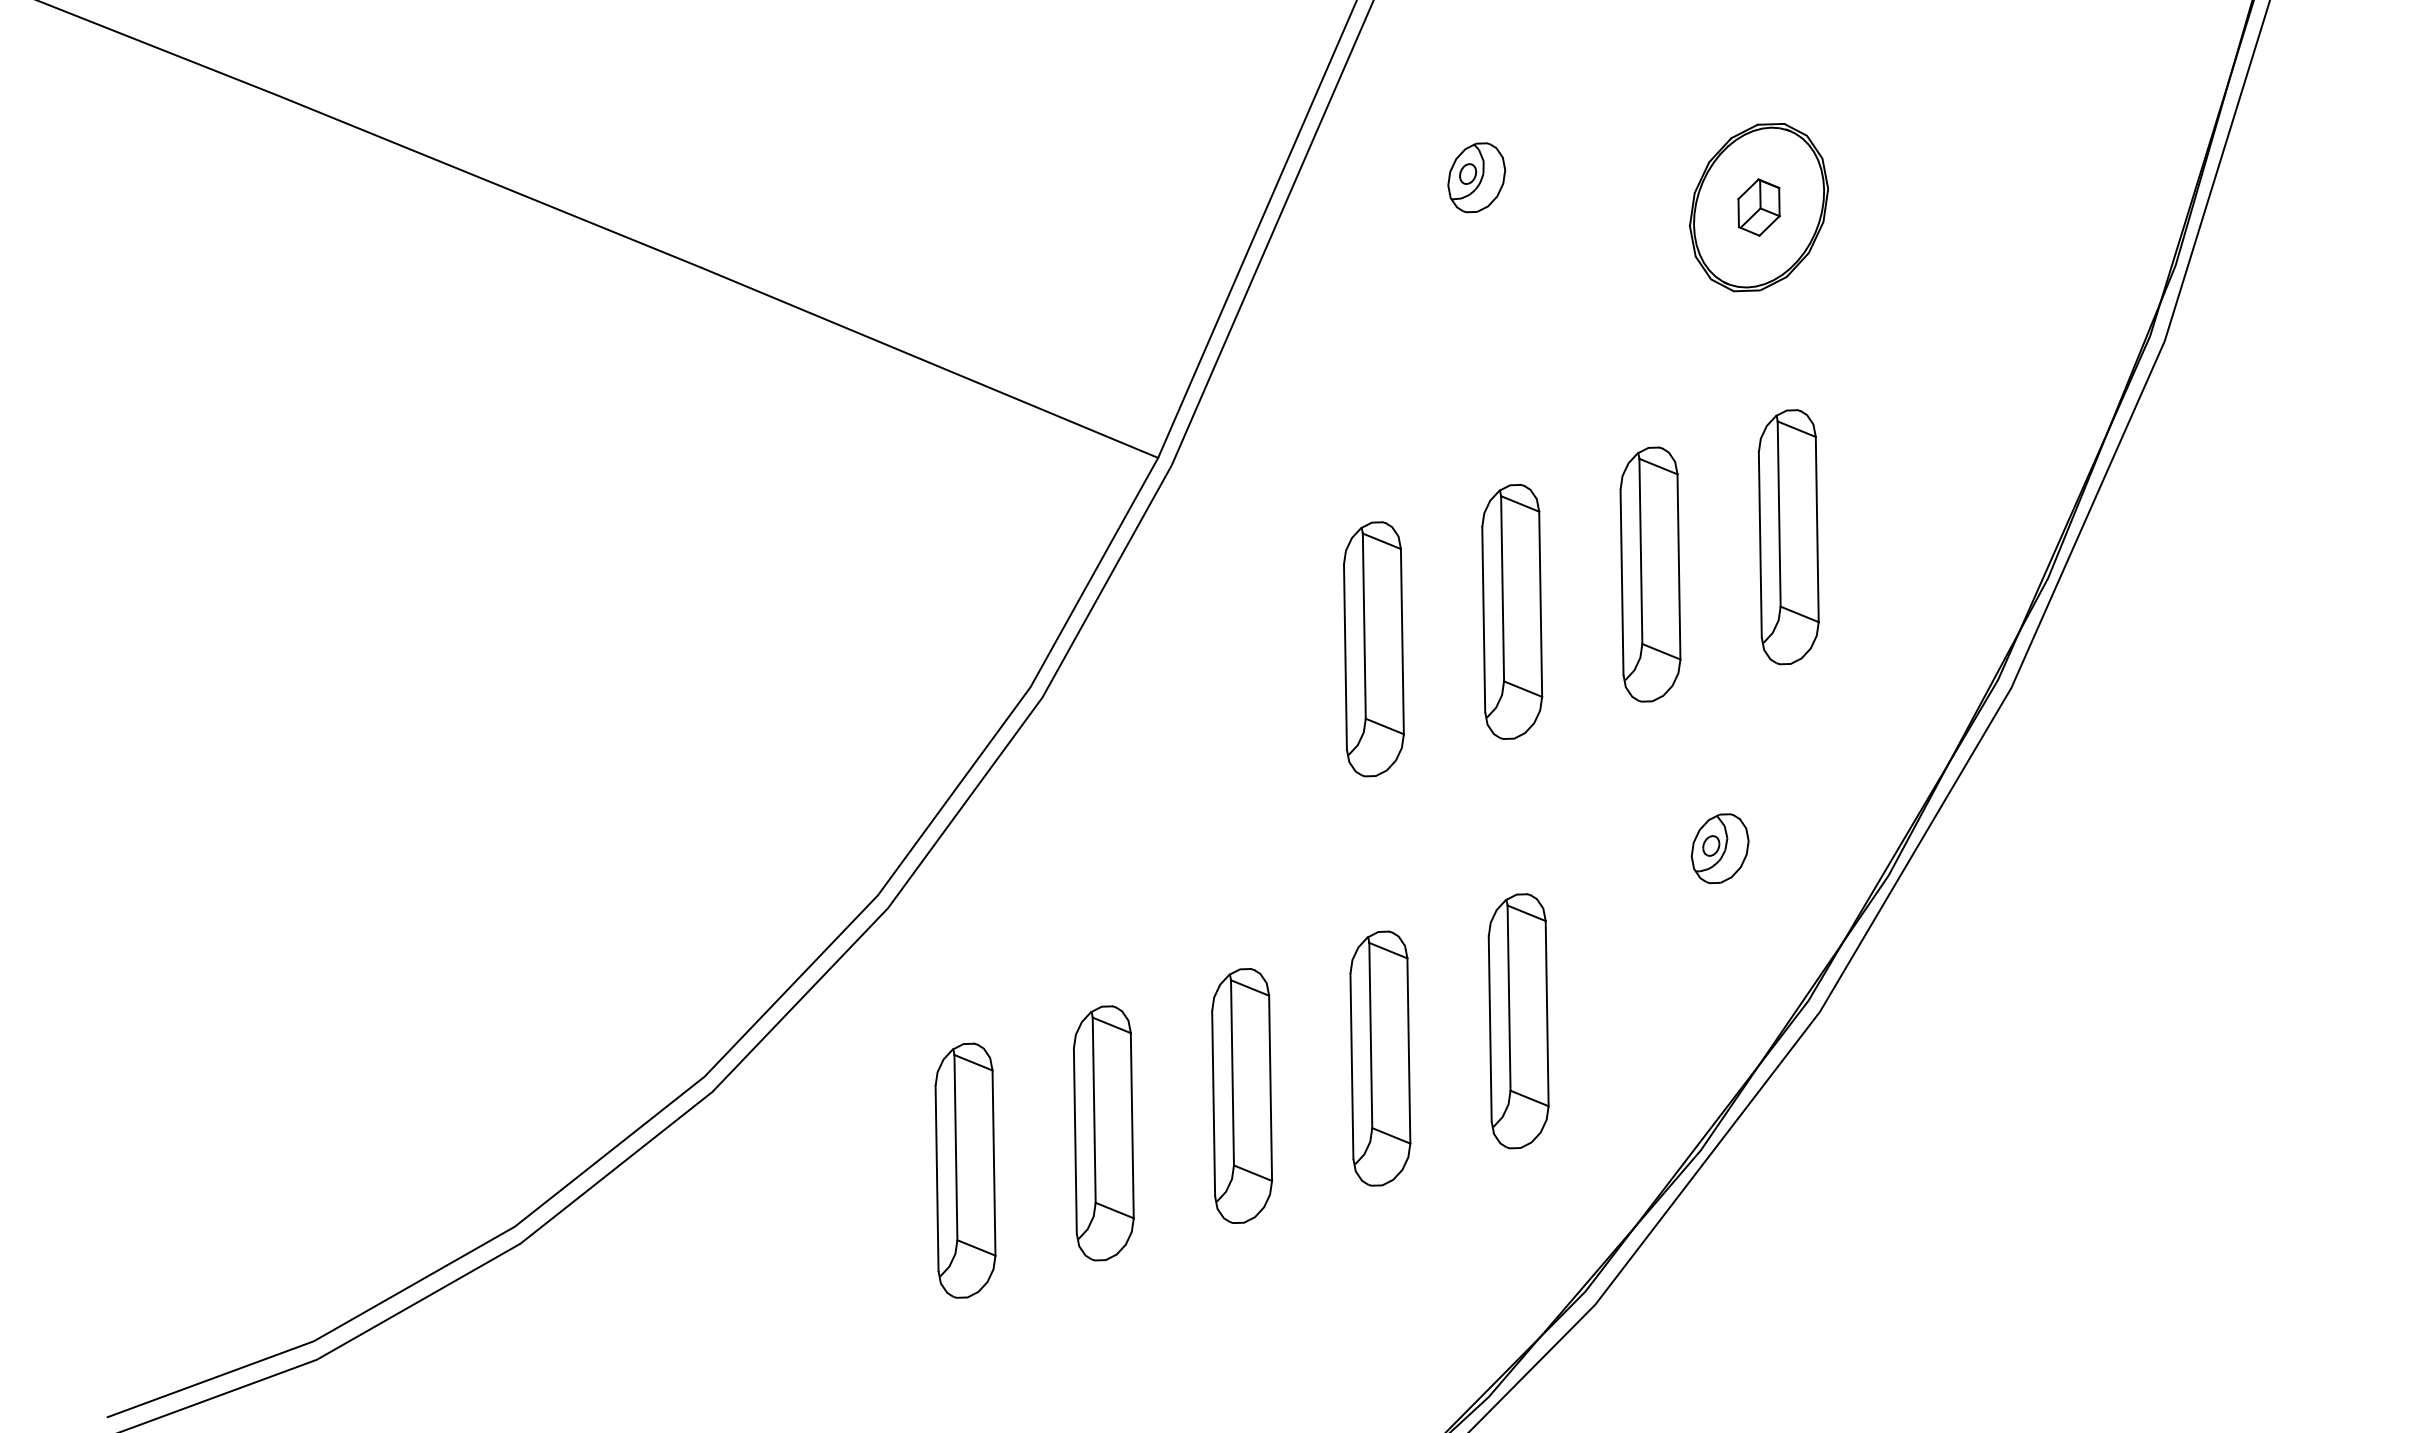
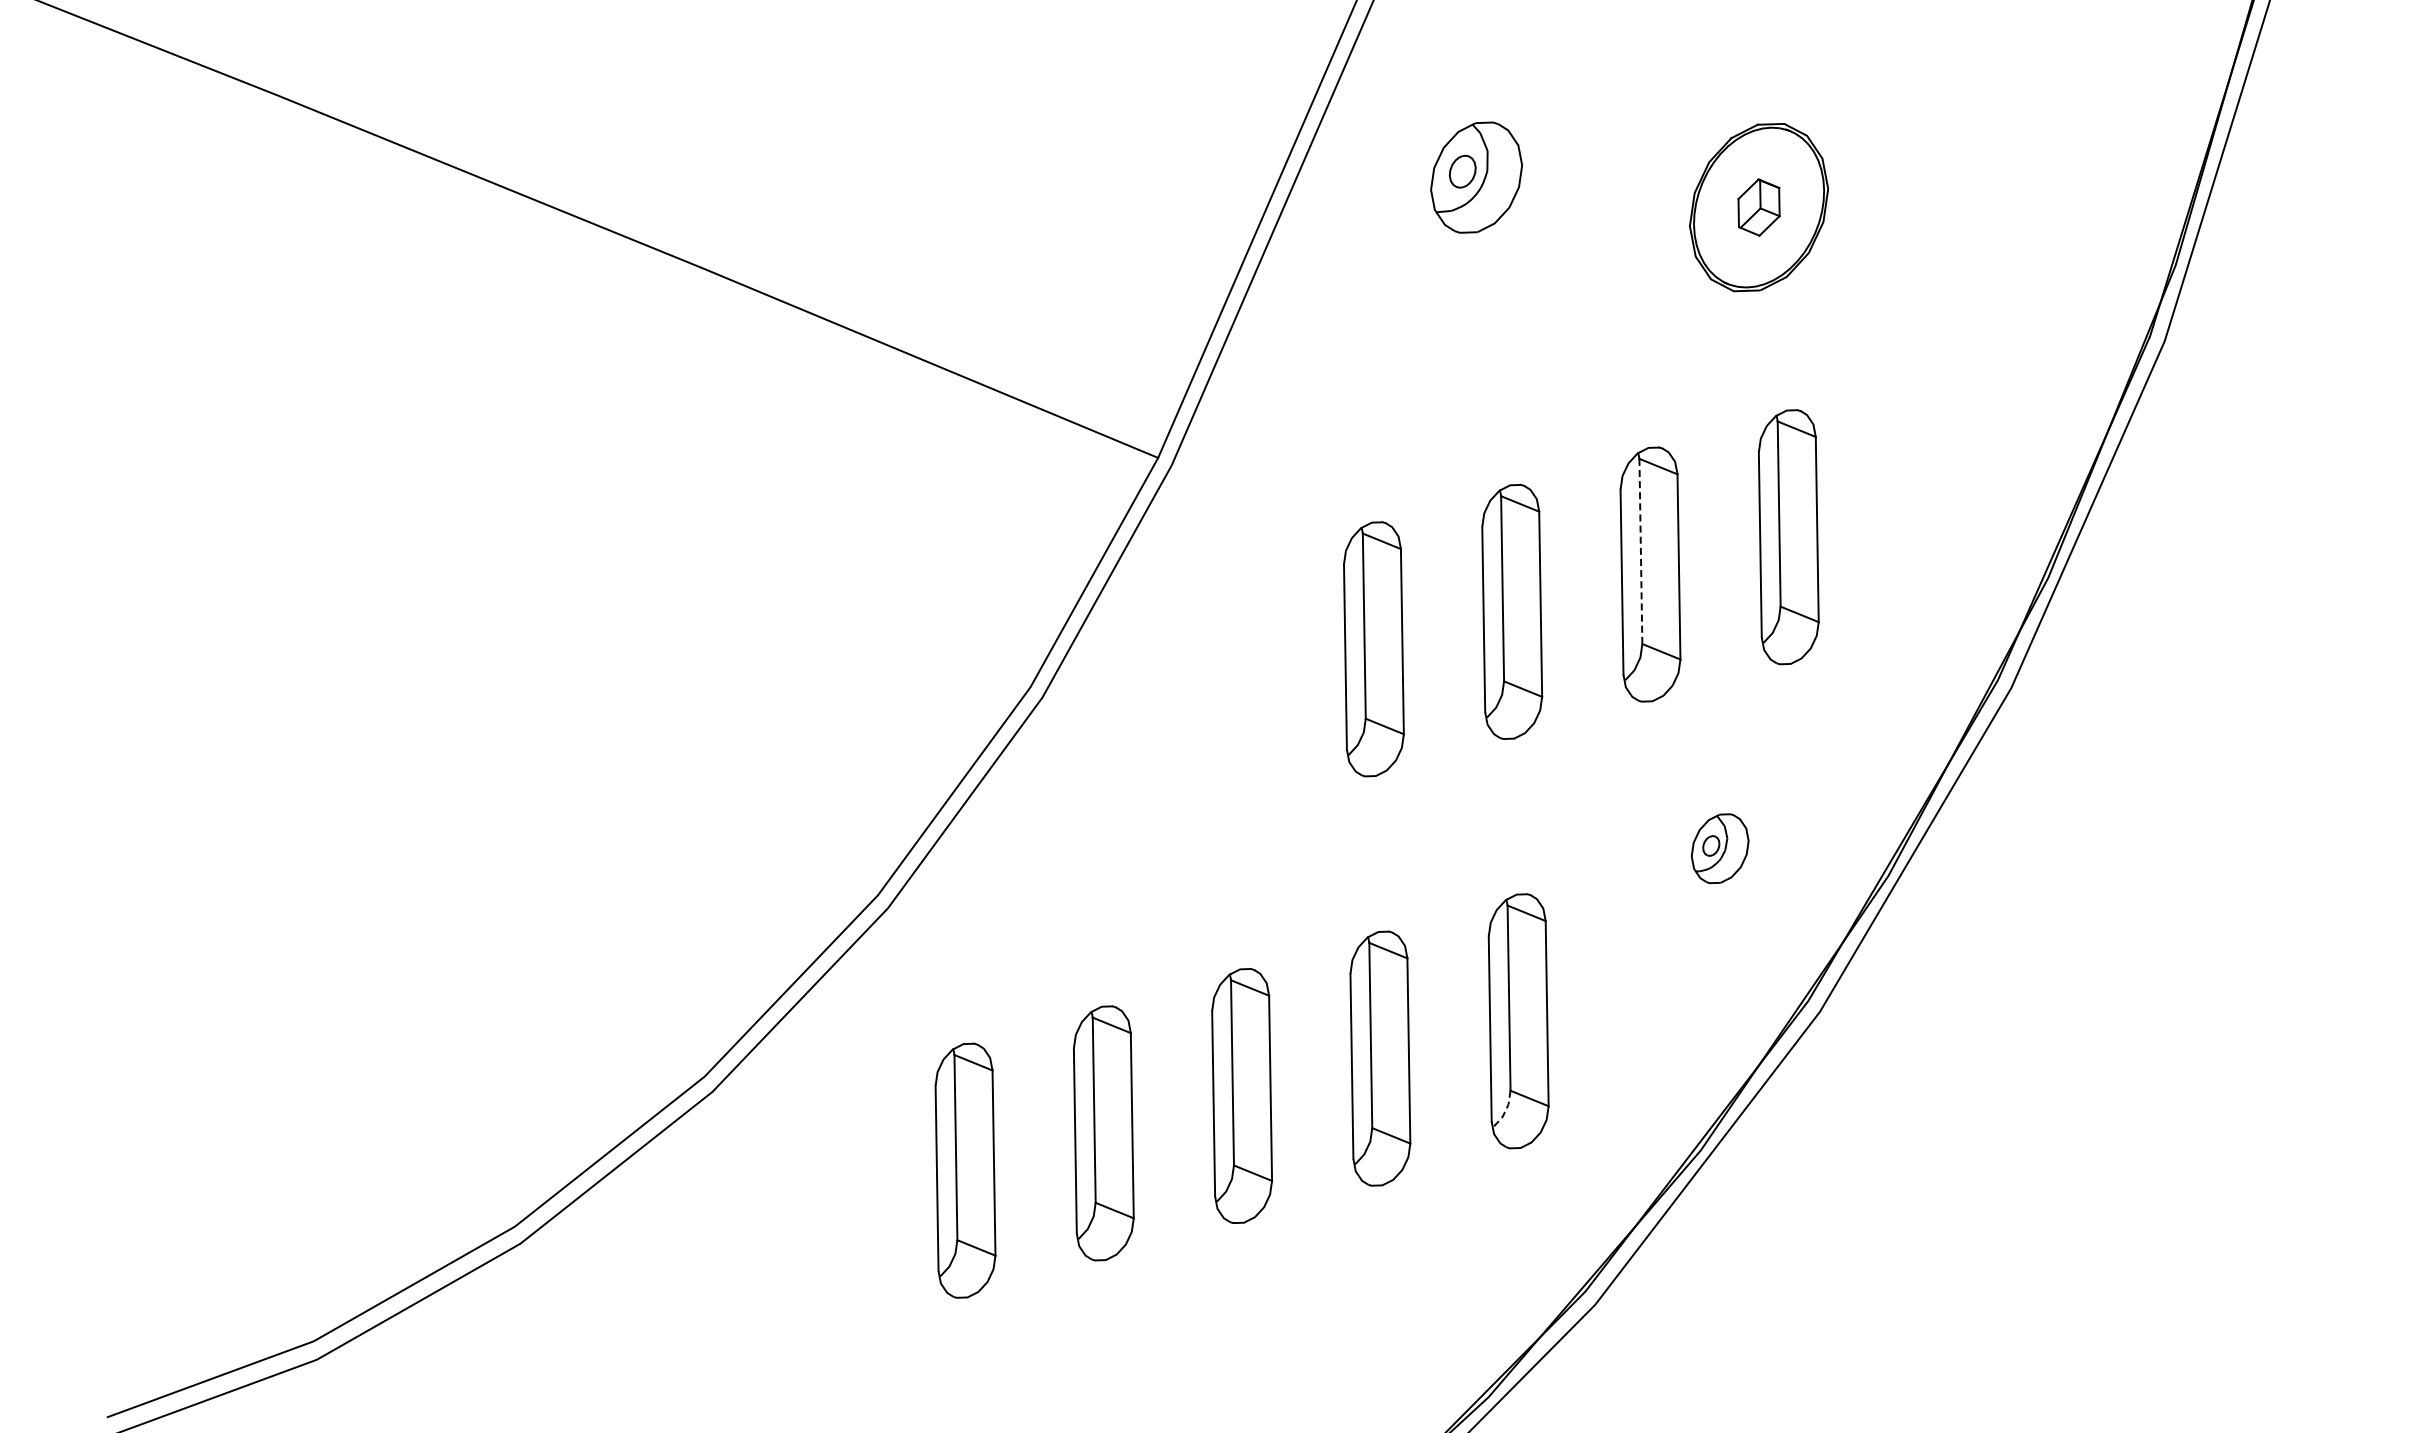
part at (1476, 177) size: 60x72 px -> 93x113 px
line at (1640, 551): solid -> dashed
line at (1505, 1111): solid -> dashed
